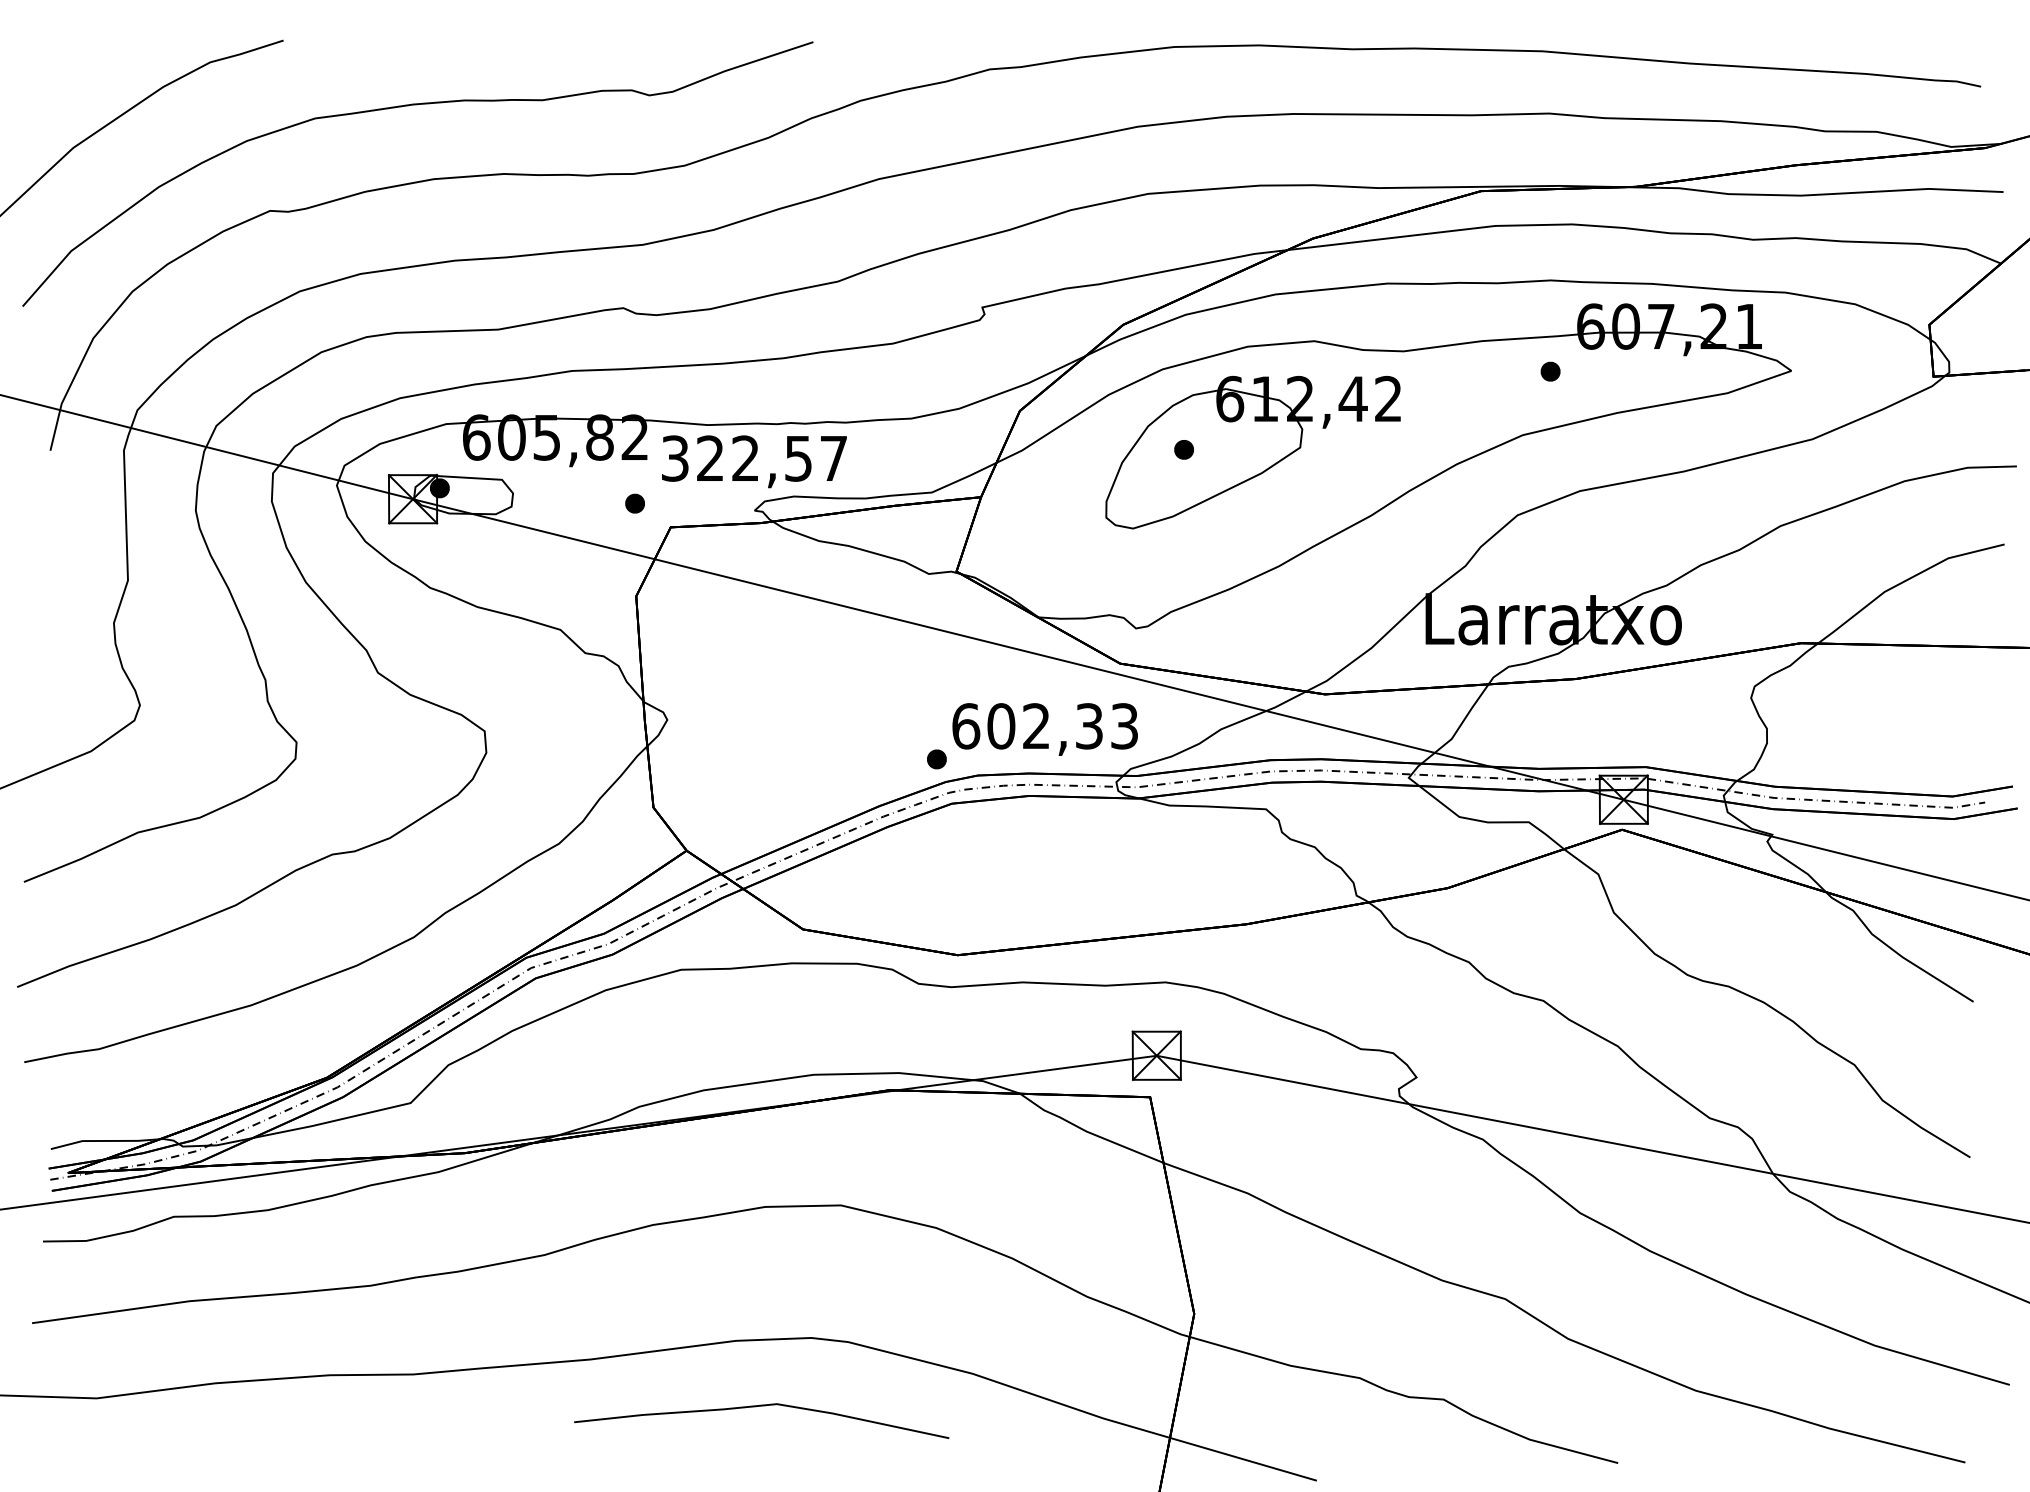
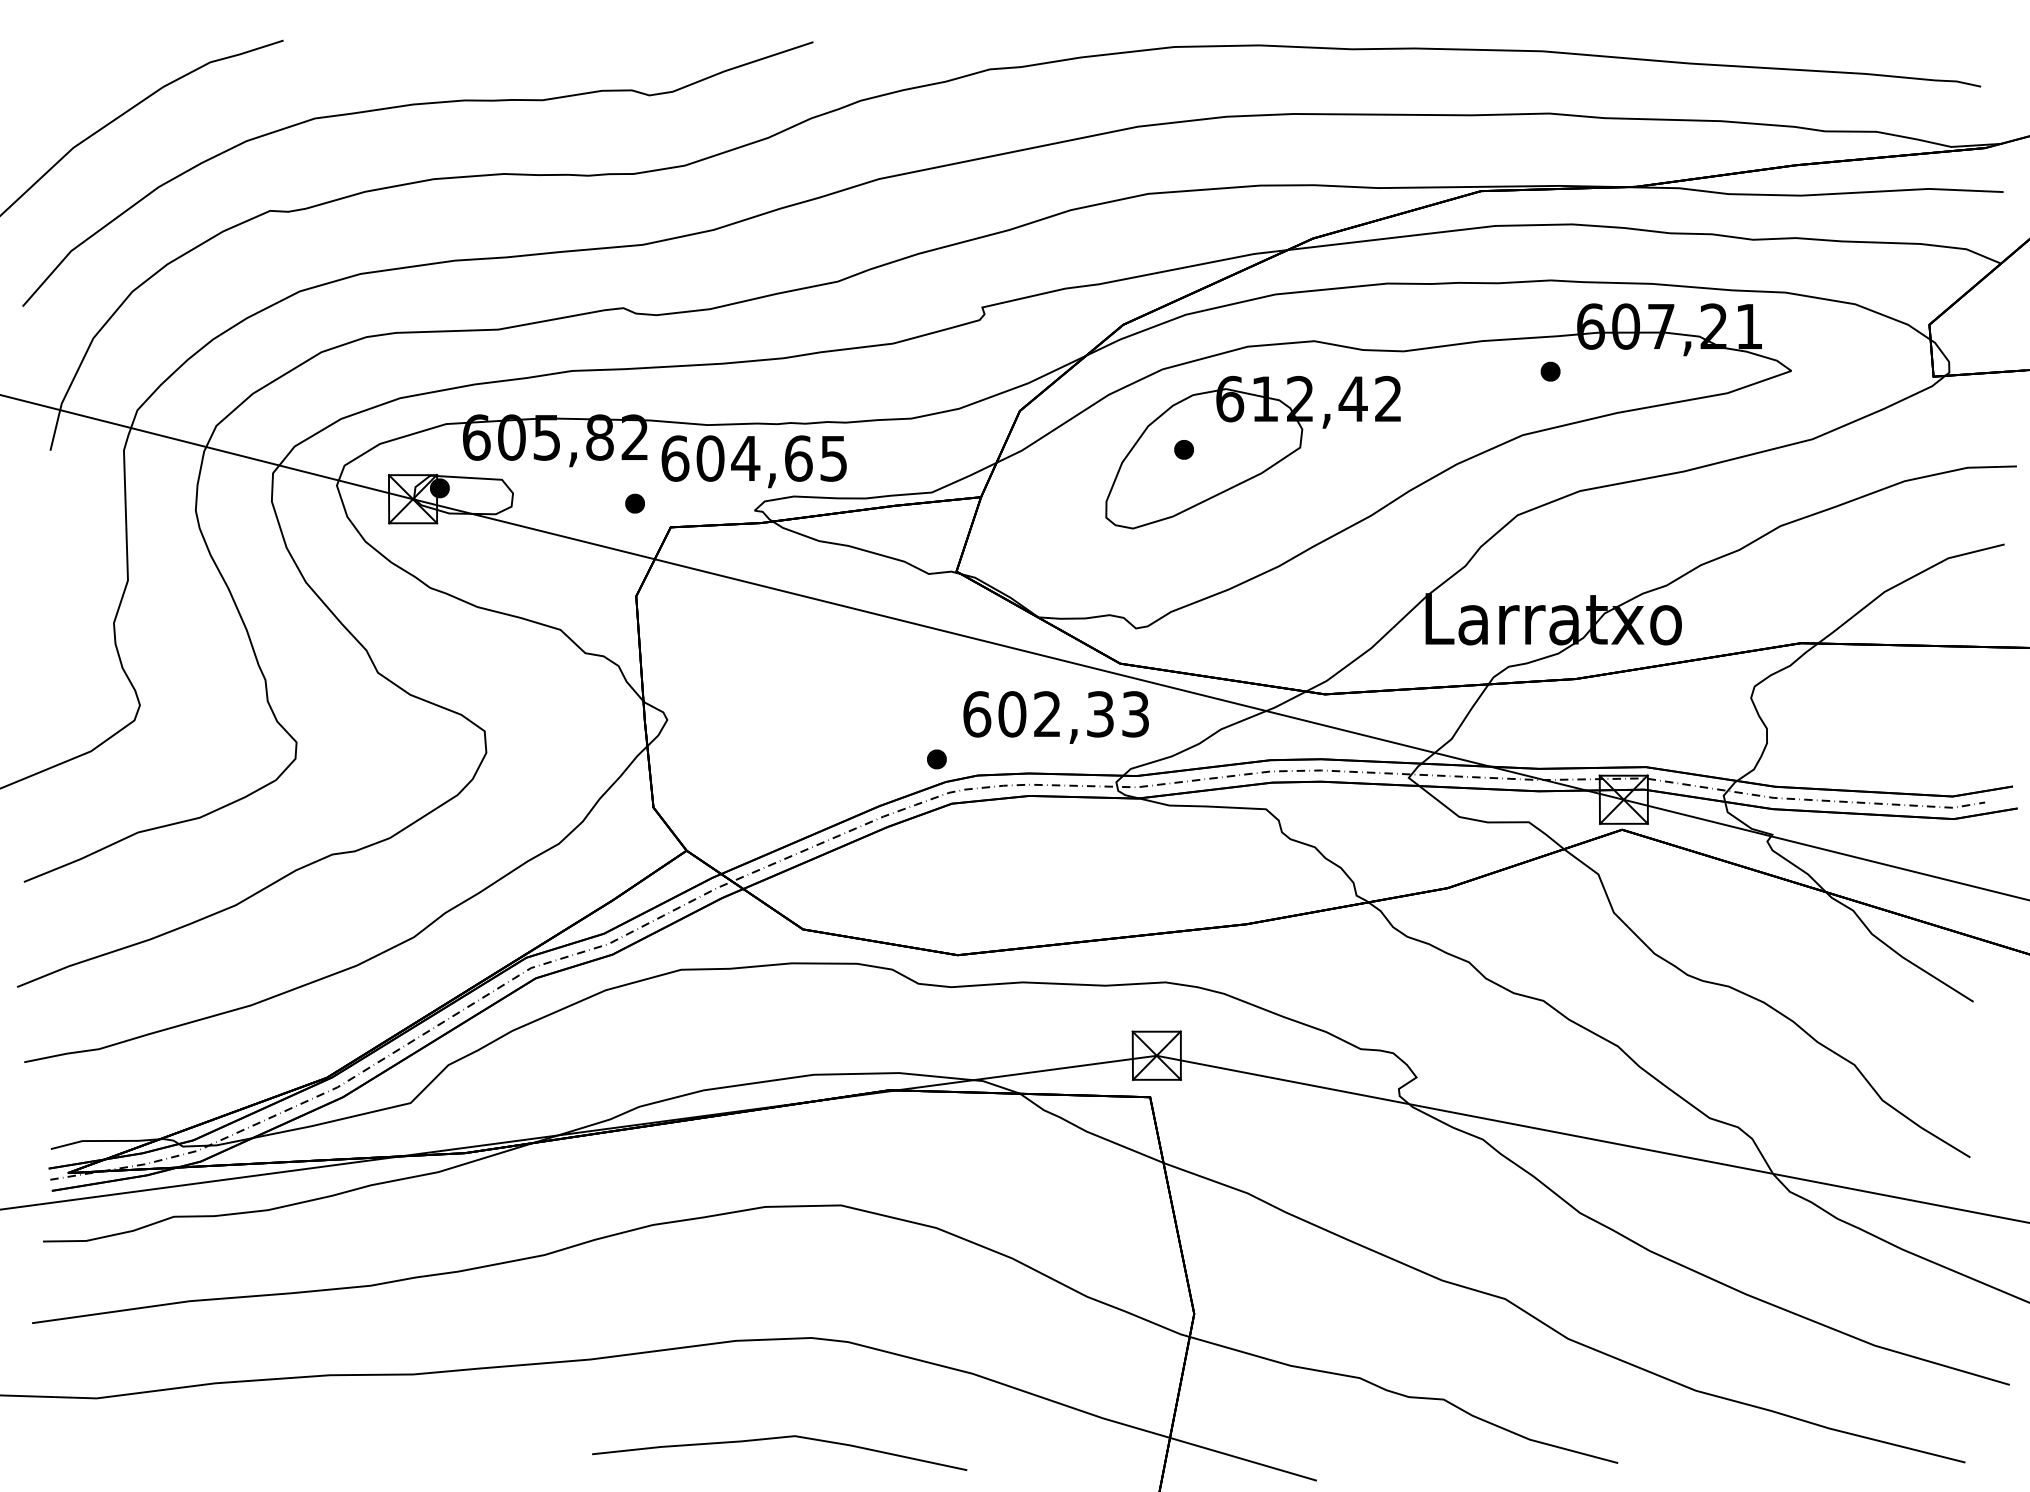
text at (753, 458): 322,57 -> 604,65
text at (1044, 729) position: (1044, 729) -> (1055, 717)
curve at (761, 1406) position: (761, 1406) -> (779, 1438)
